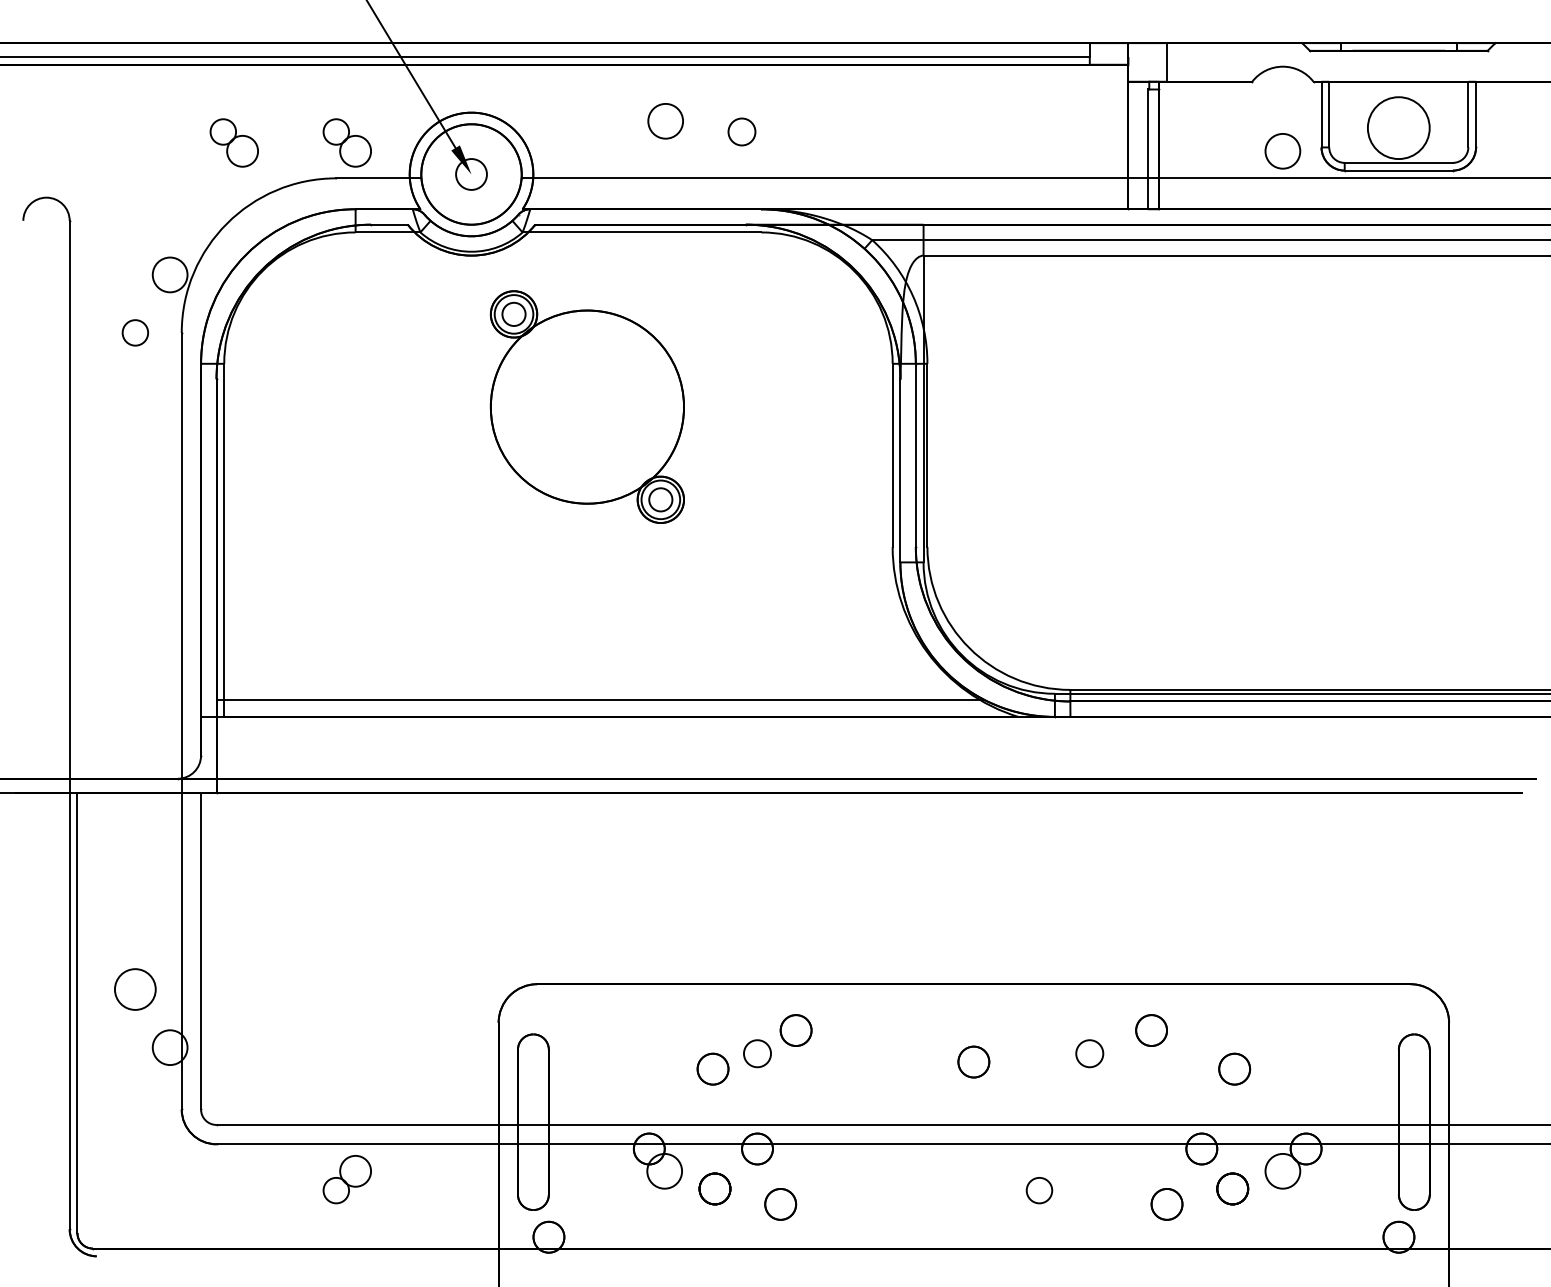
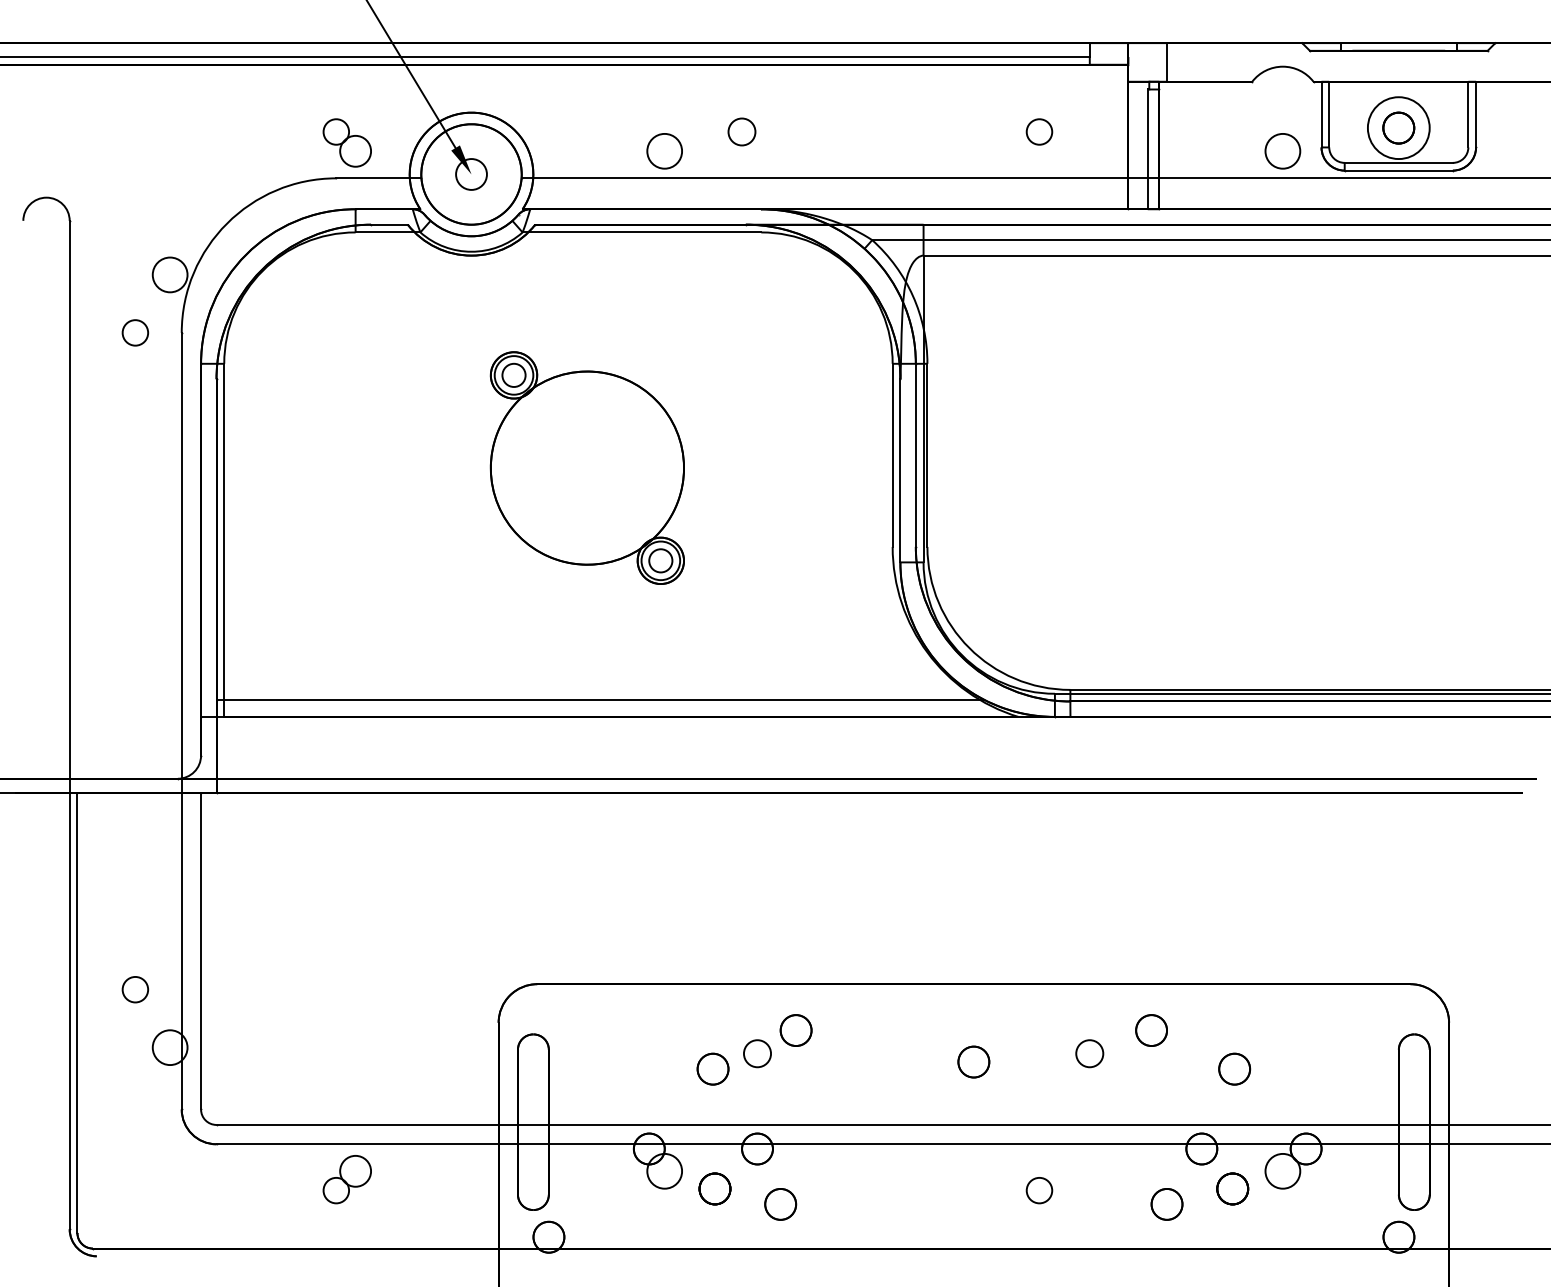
circle at (665, 121) position: (665, 121) -> (664, 151)
part at (1398, 127): none -> present
circle at (1039, 131): none -> present
part at (233, 142): present -> none
part at (586, 406) position: (586, 406) -> (586, 467)
circle at (135, 989) size: 43x43 px -> 29x28 px
